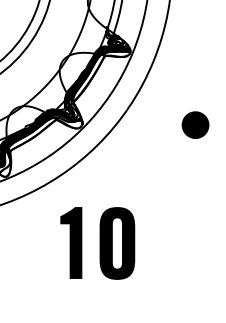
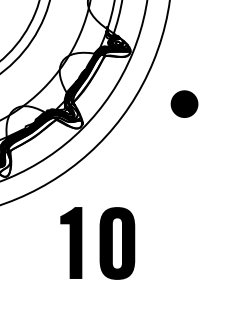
part at (195, 124) position: (195, 124) -> (184, 103)
